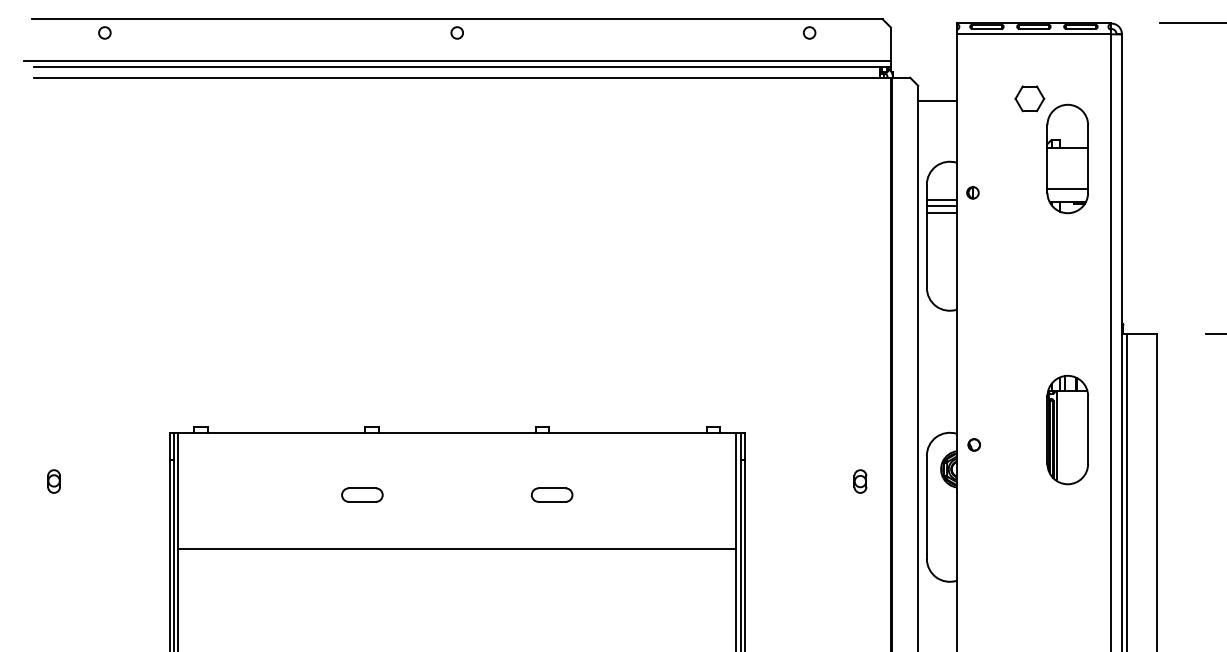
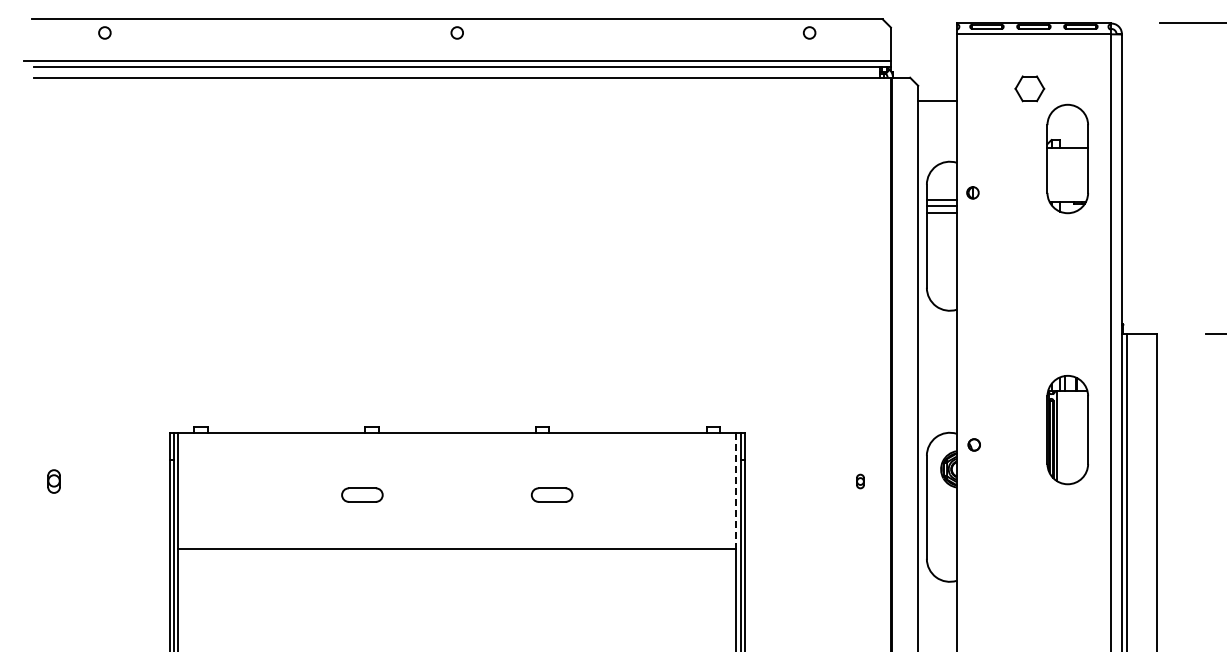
part at (1029, 98) position: (1029, 98) -> (1029, 88)
line at (1067, 188): present -> none
part at (860, 481) size: 15x25 px -> 9x17 px
line at (736, 491): solid -> dashed
